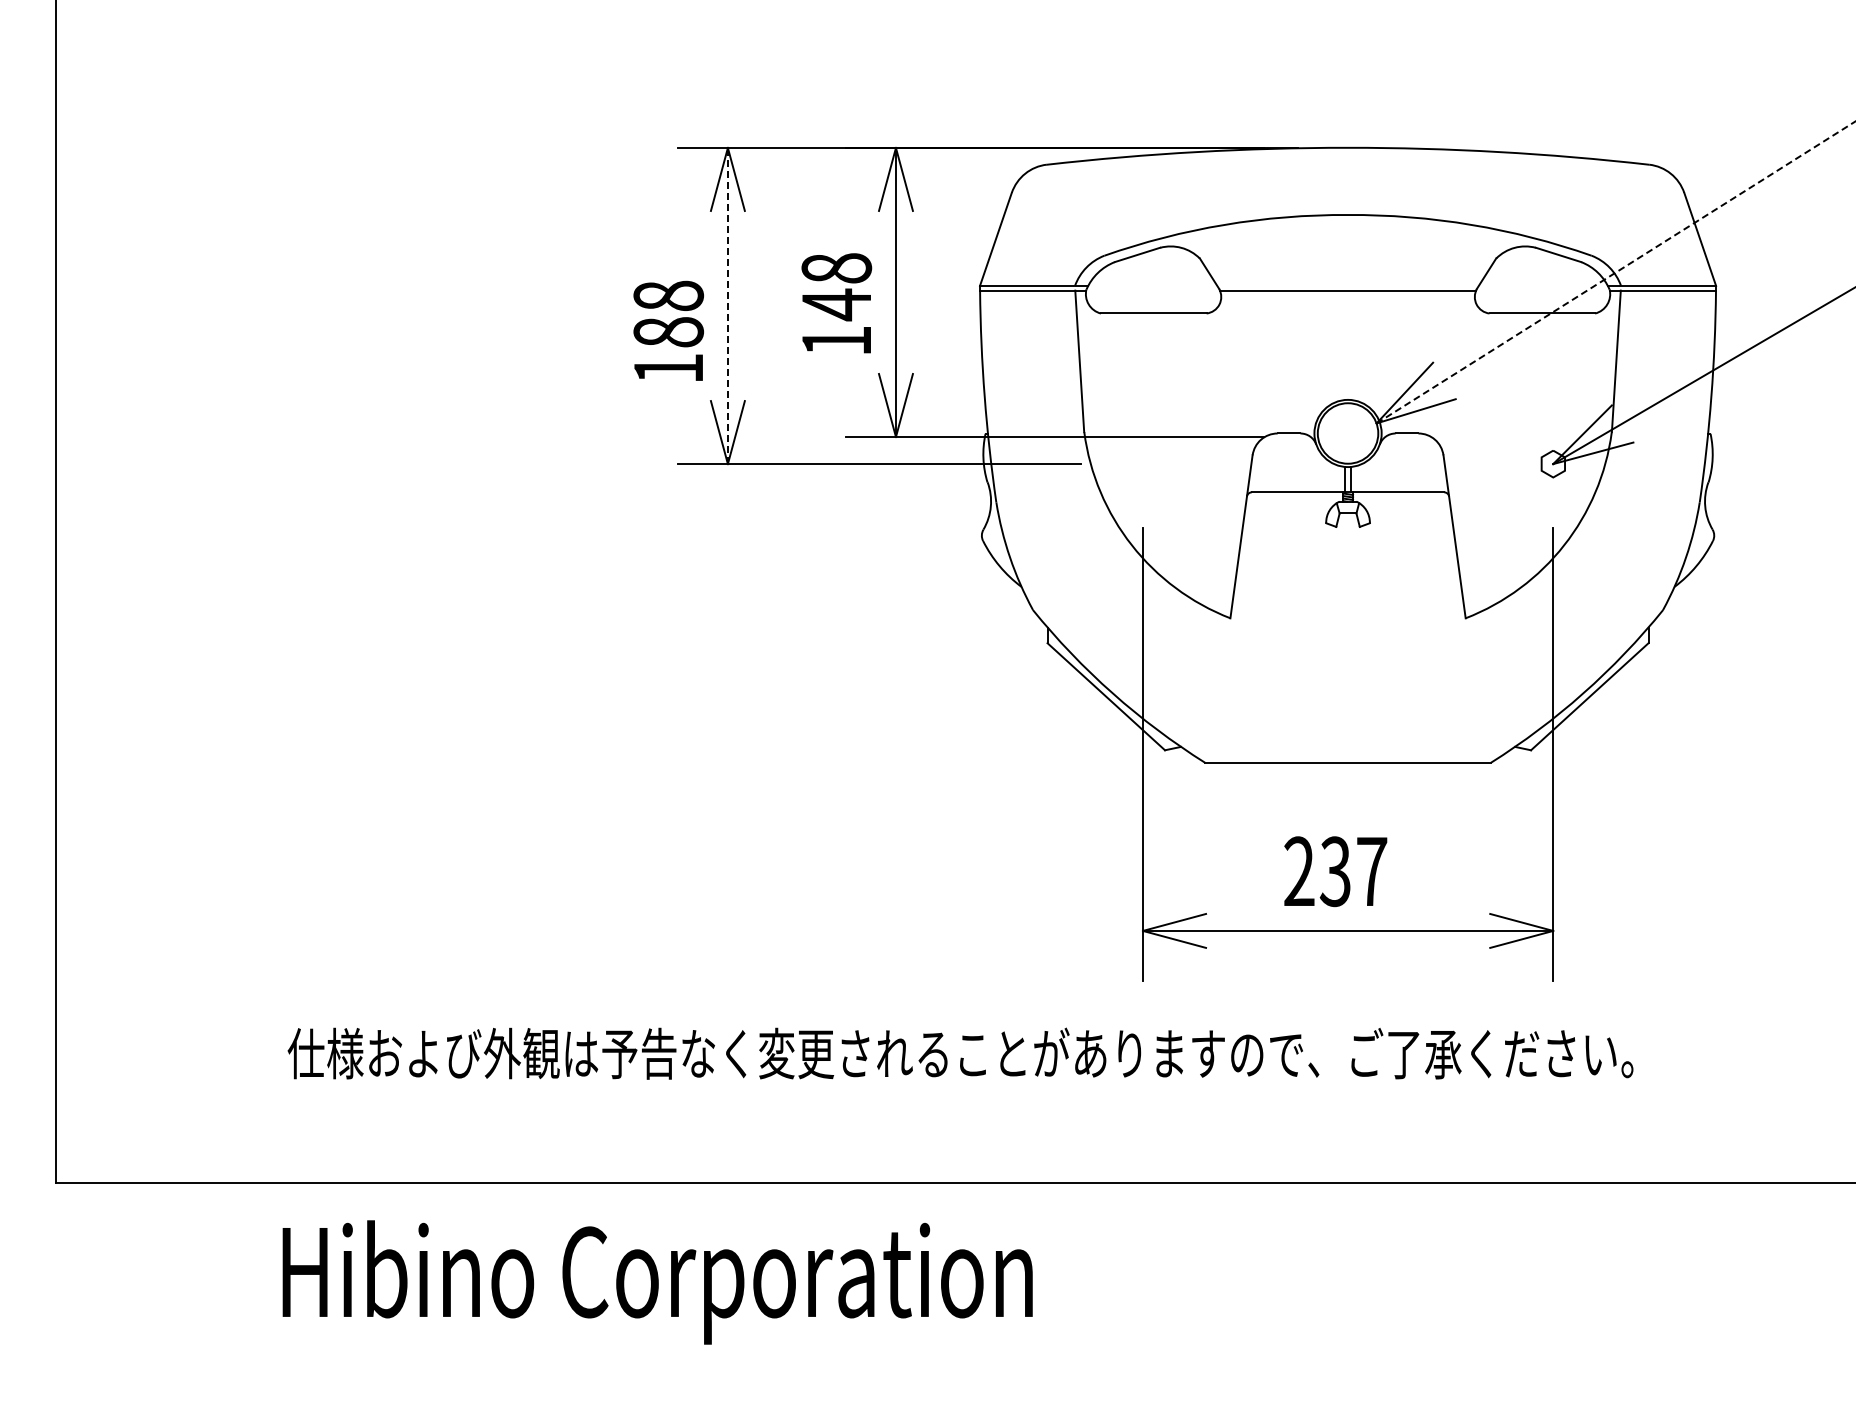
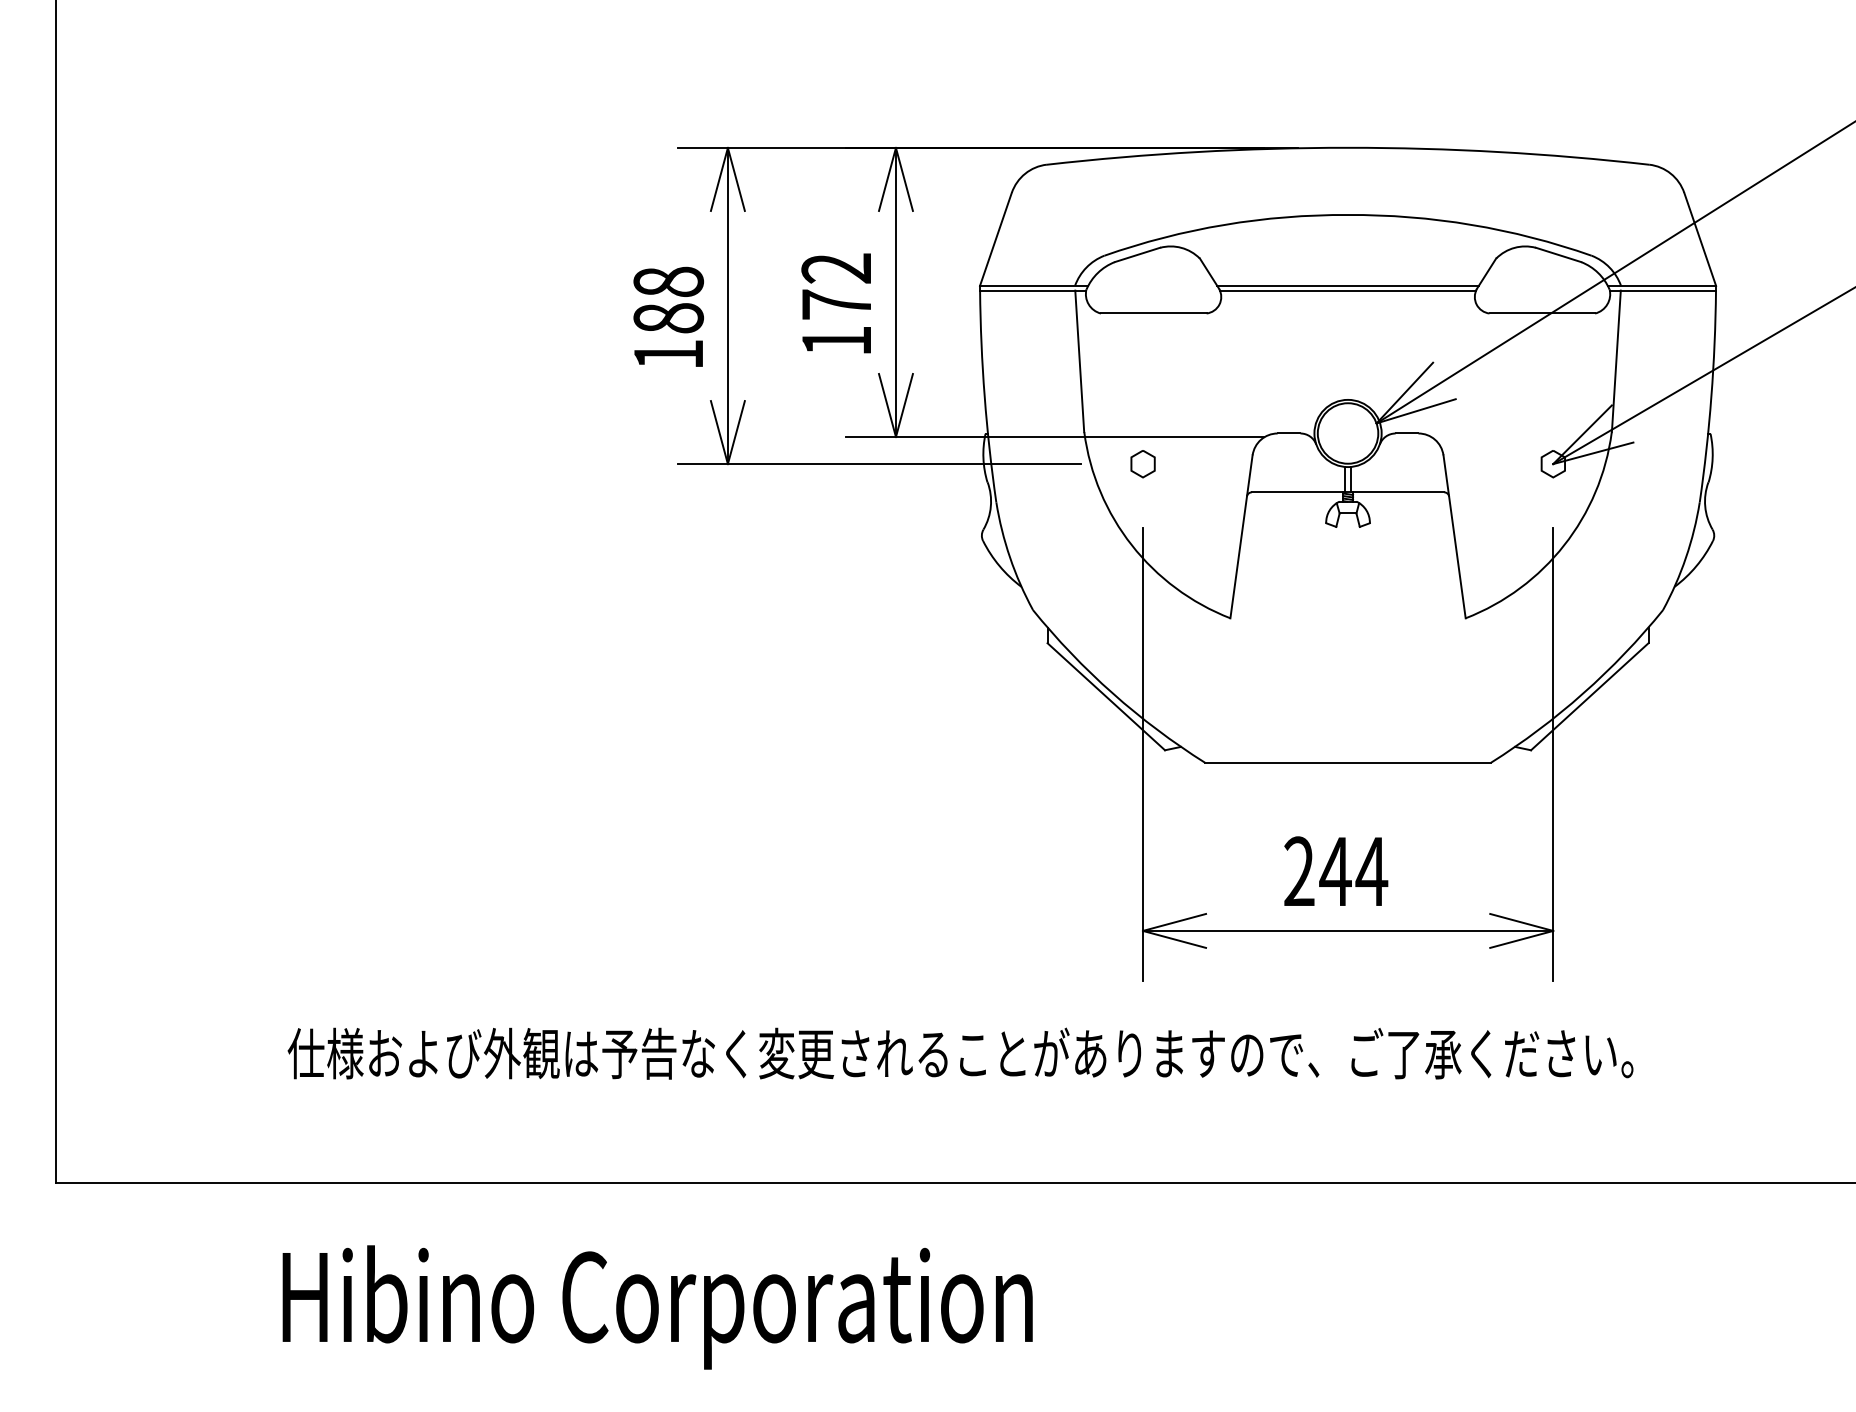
line at (1615, 272): dashed -> solid
line at (1347, 285): none -> present
text at (836, 287): 148 -> 172
line at (727, 305): dashed -> solid
text at (668, 330) position: (668, 330) -> (668, 316)
part at (1142, 464): none -> present
text at (1353, 871): 237 -> 244
text at (657, 1282) position: (657, 1282) -> (657, 1307)
